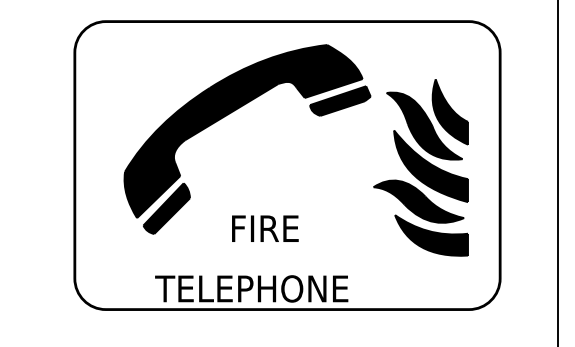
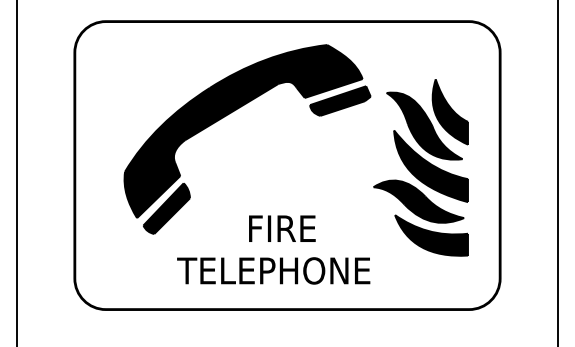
line at (17, 172): none -> present
text at (265, 228) position: (265, 228) -> (282, 228)
text at (251, 288) position: (251, 288) -> (273, 270)
